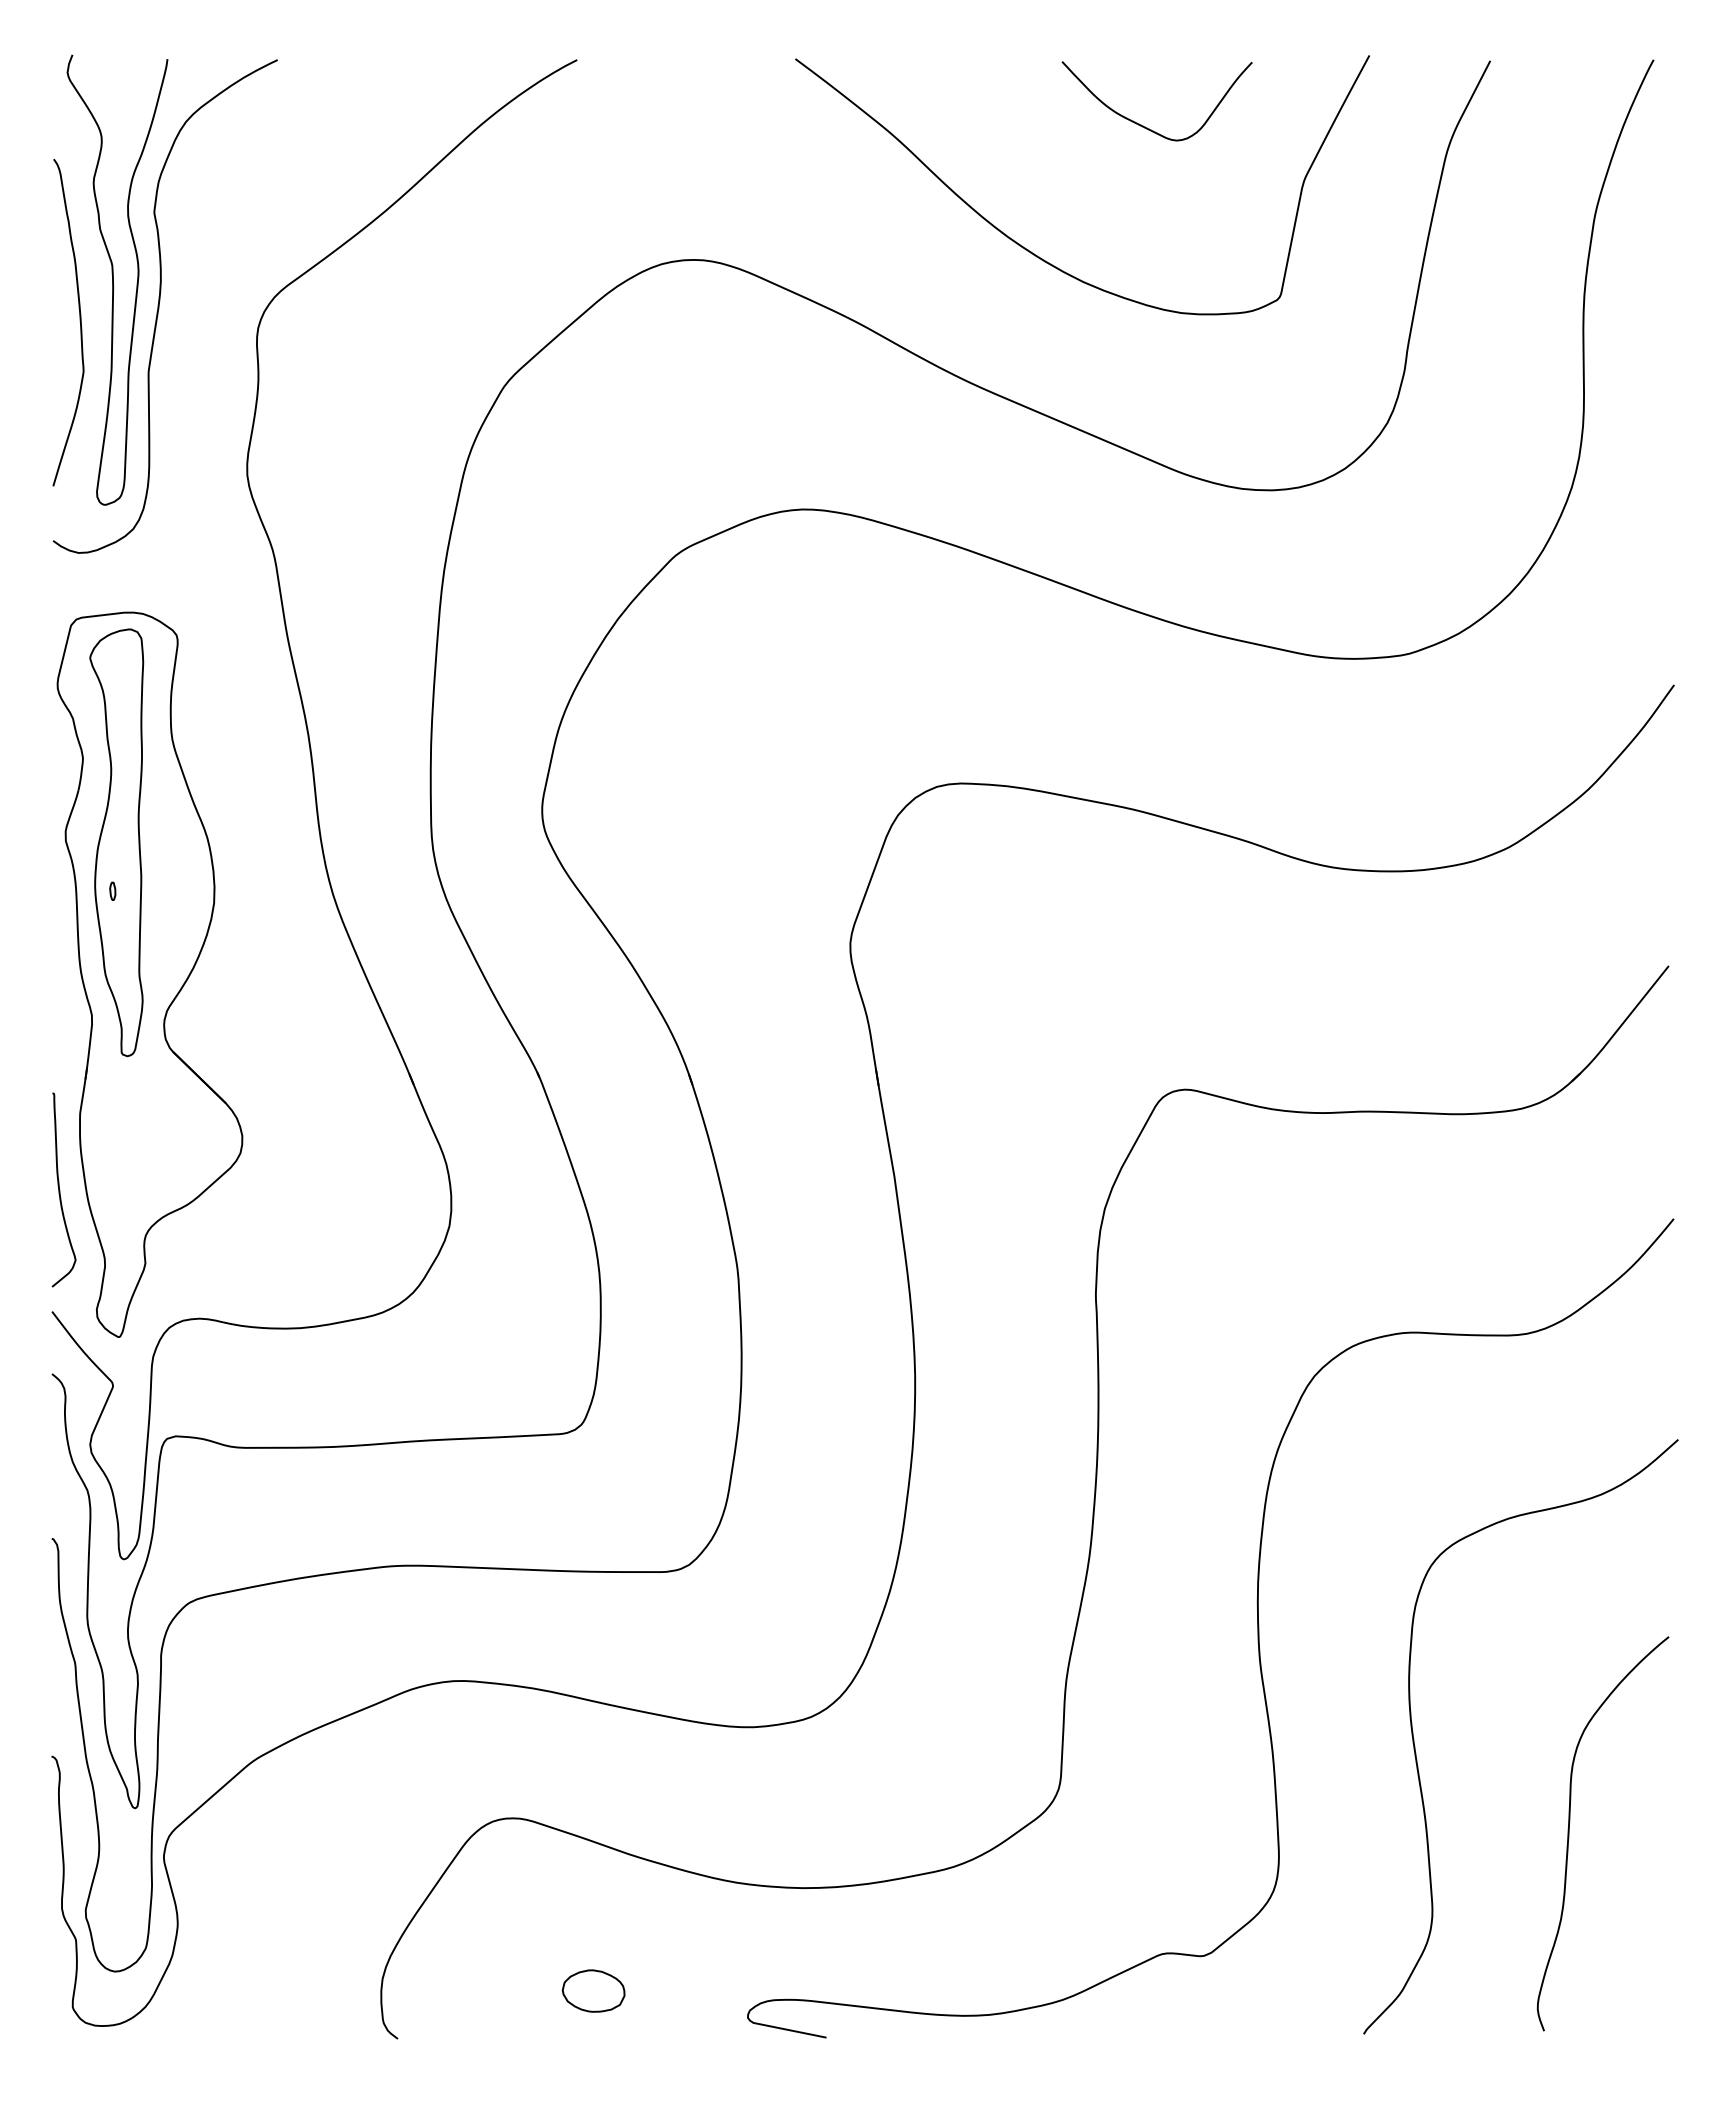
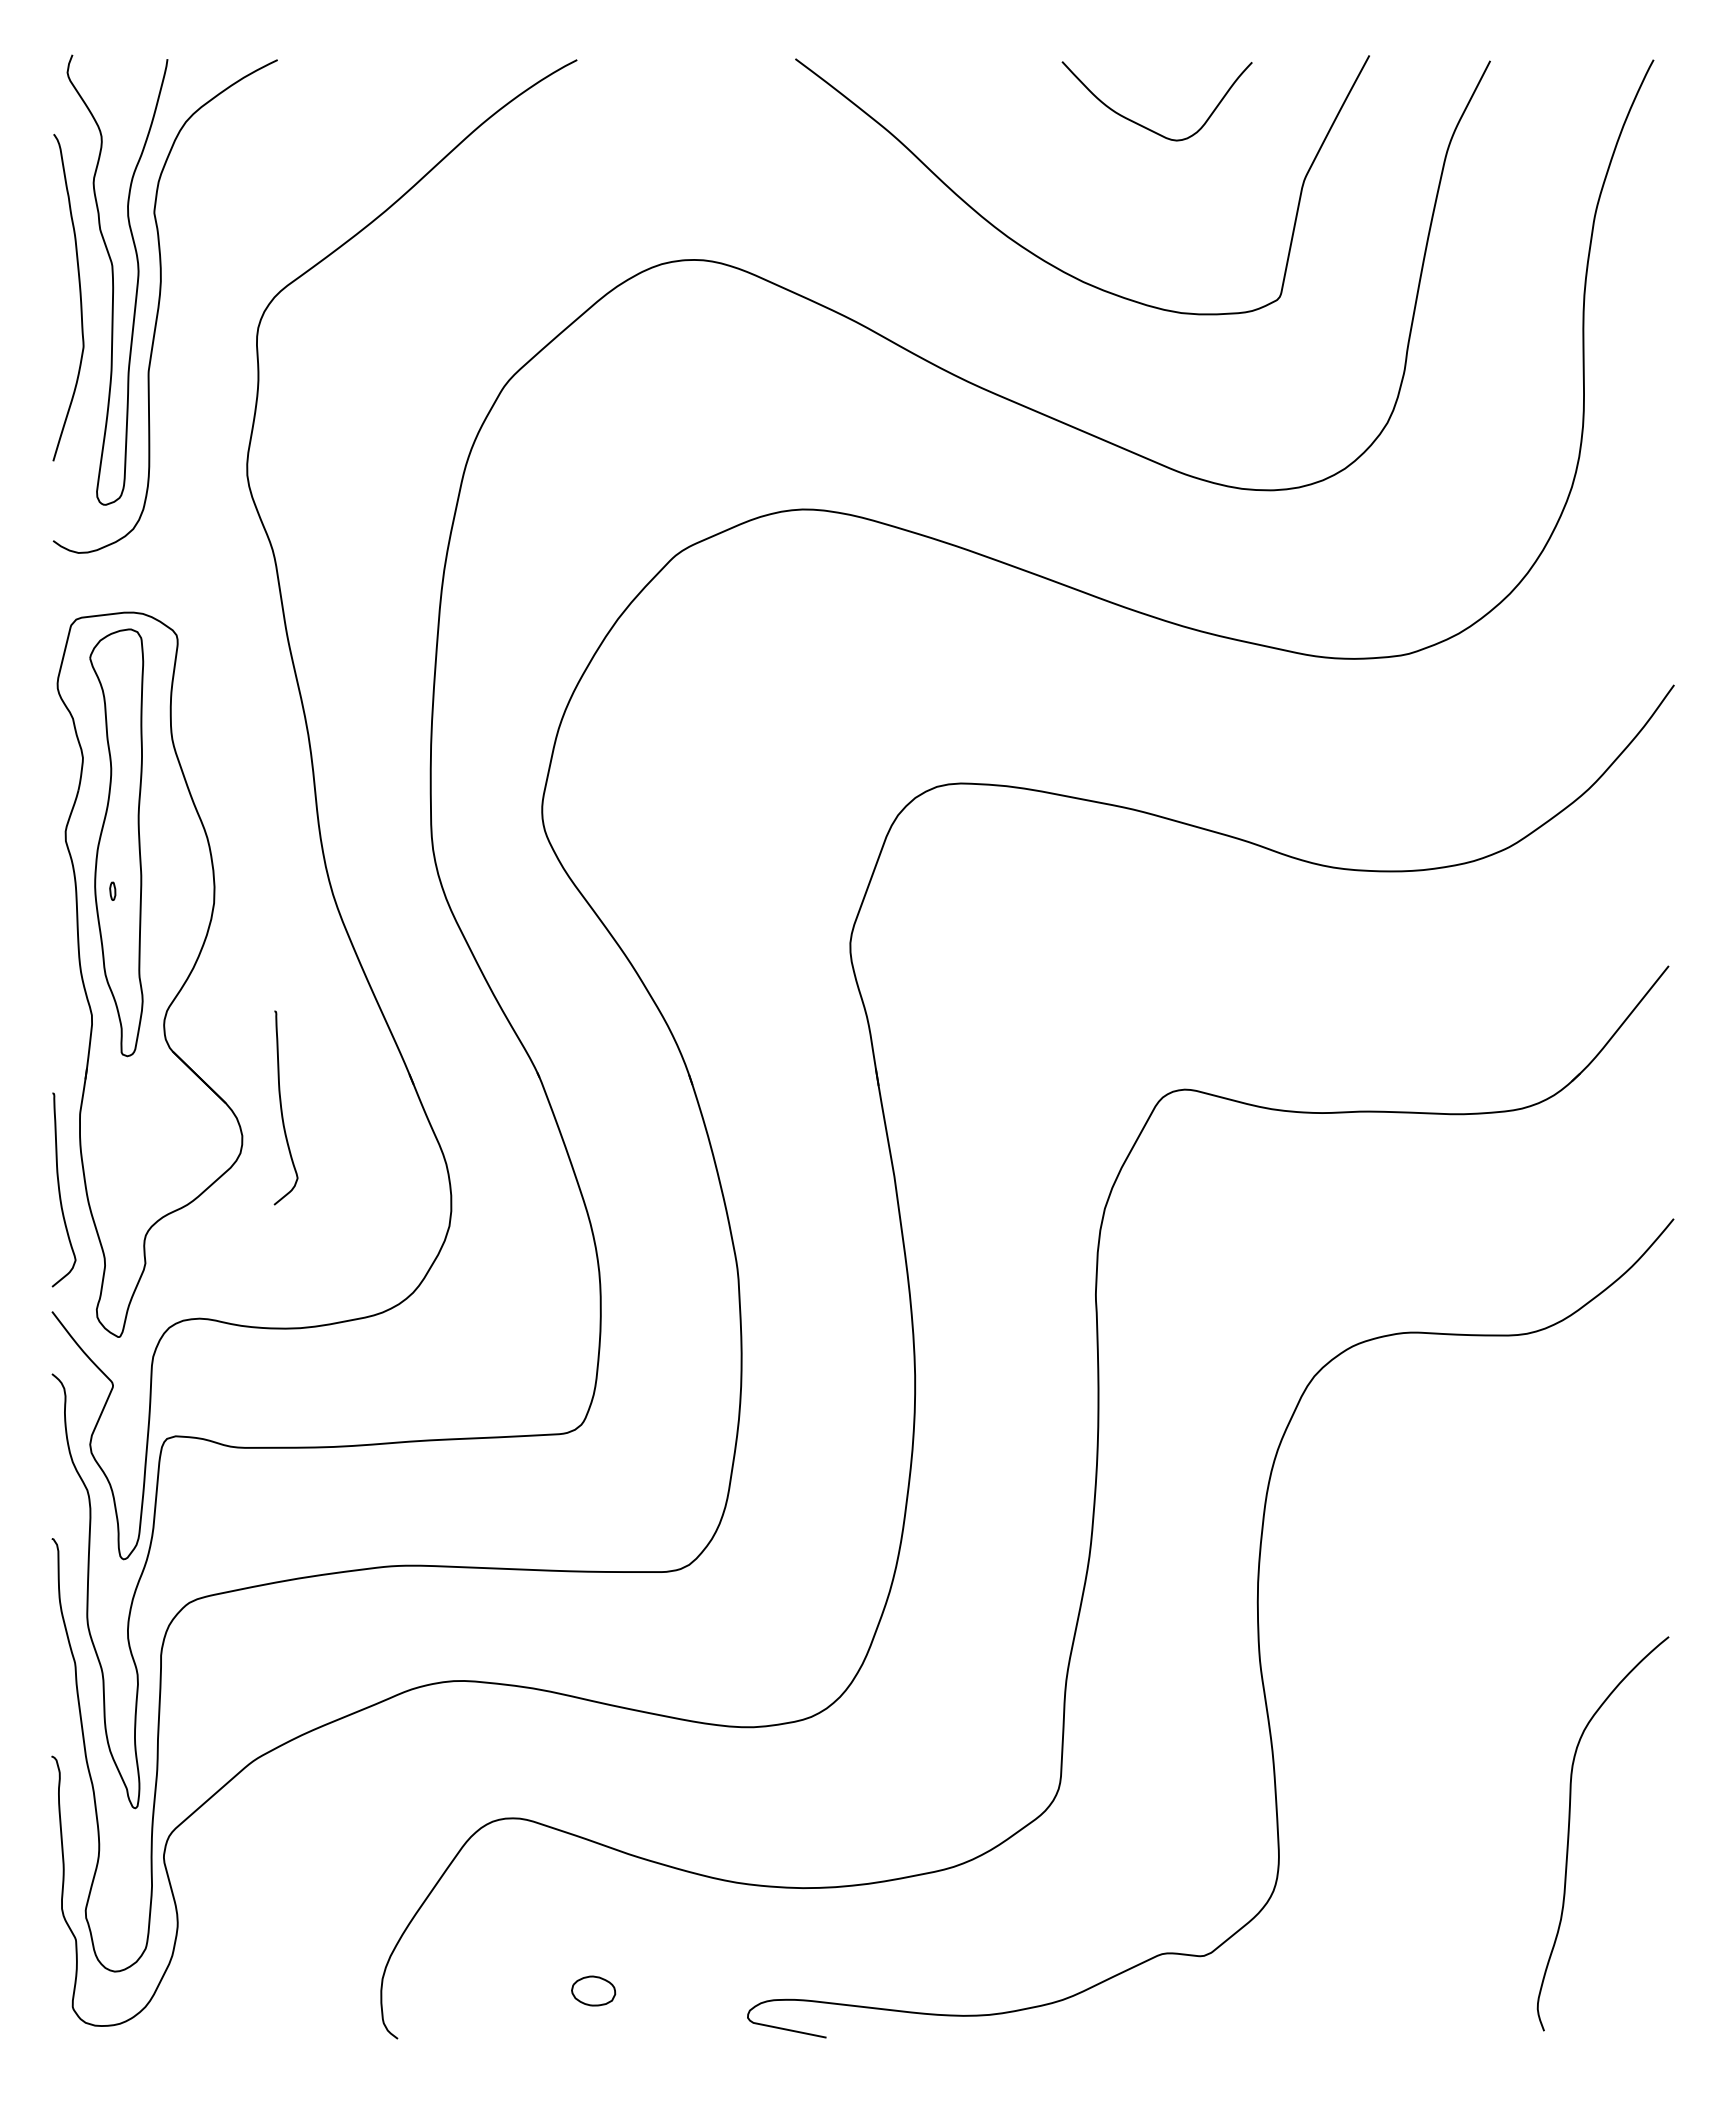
curve at (79, 321) position: (79, 321) -> (79, 296)
curve at (282, 1108): none -> present
curve at (1416, 1752): present -> none
part at (593, 1990) size: 65x44 px -> 46x32 px
